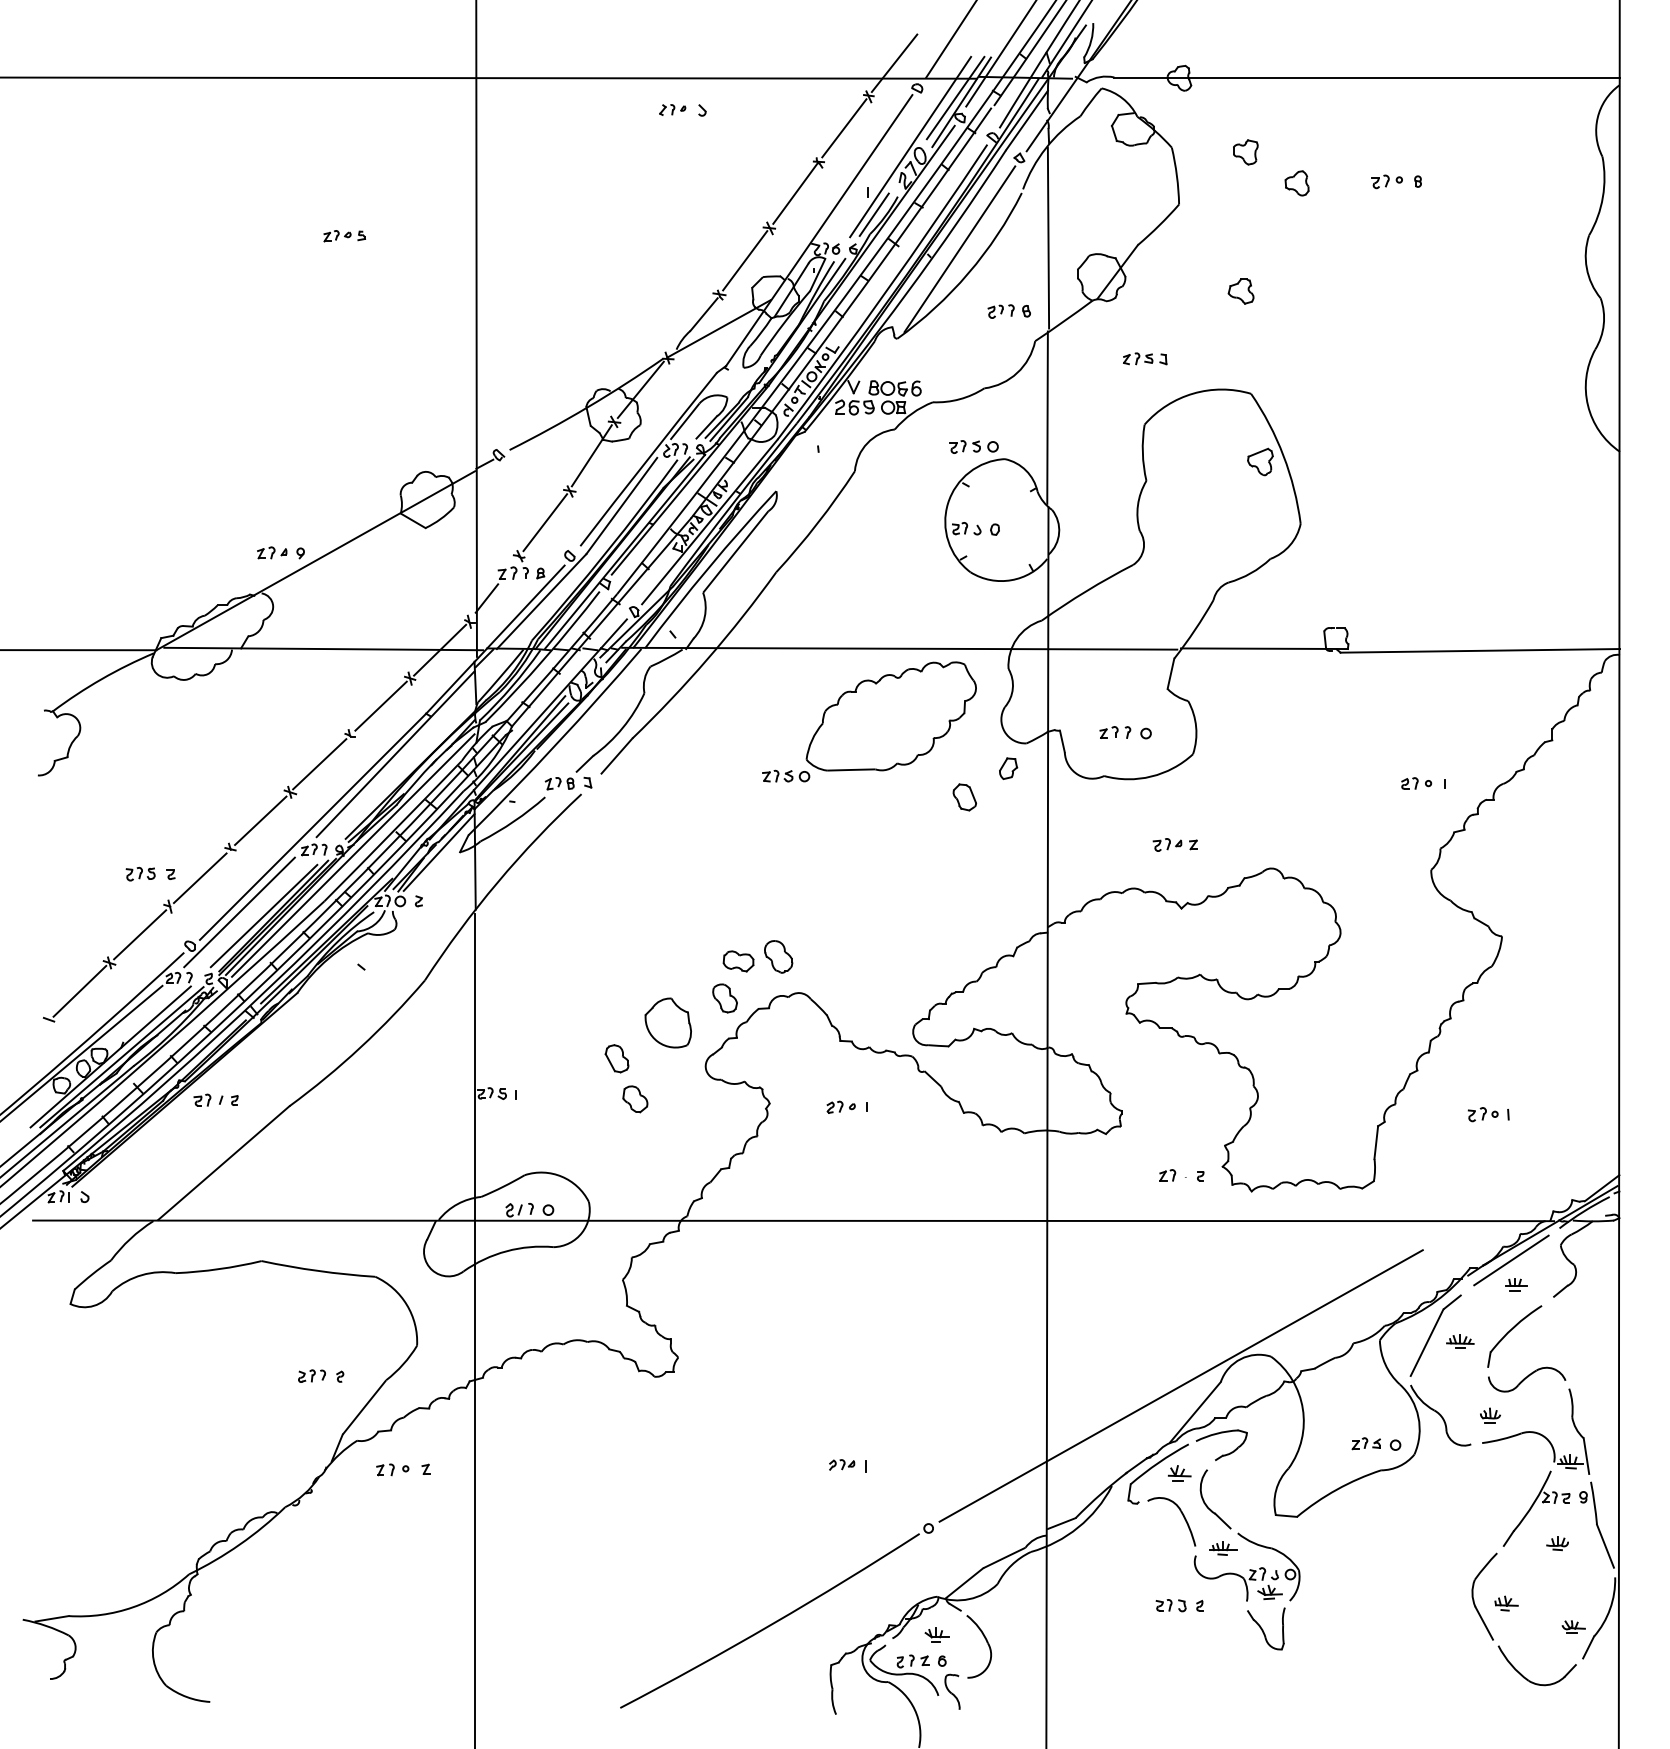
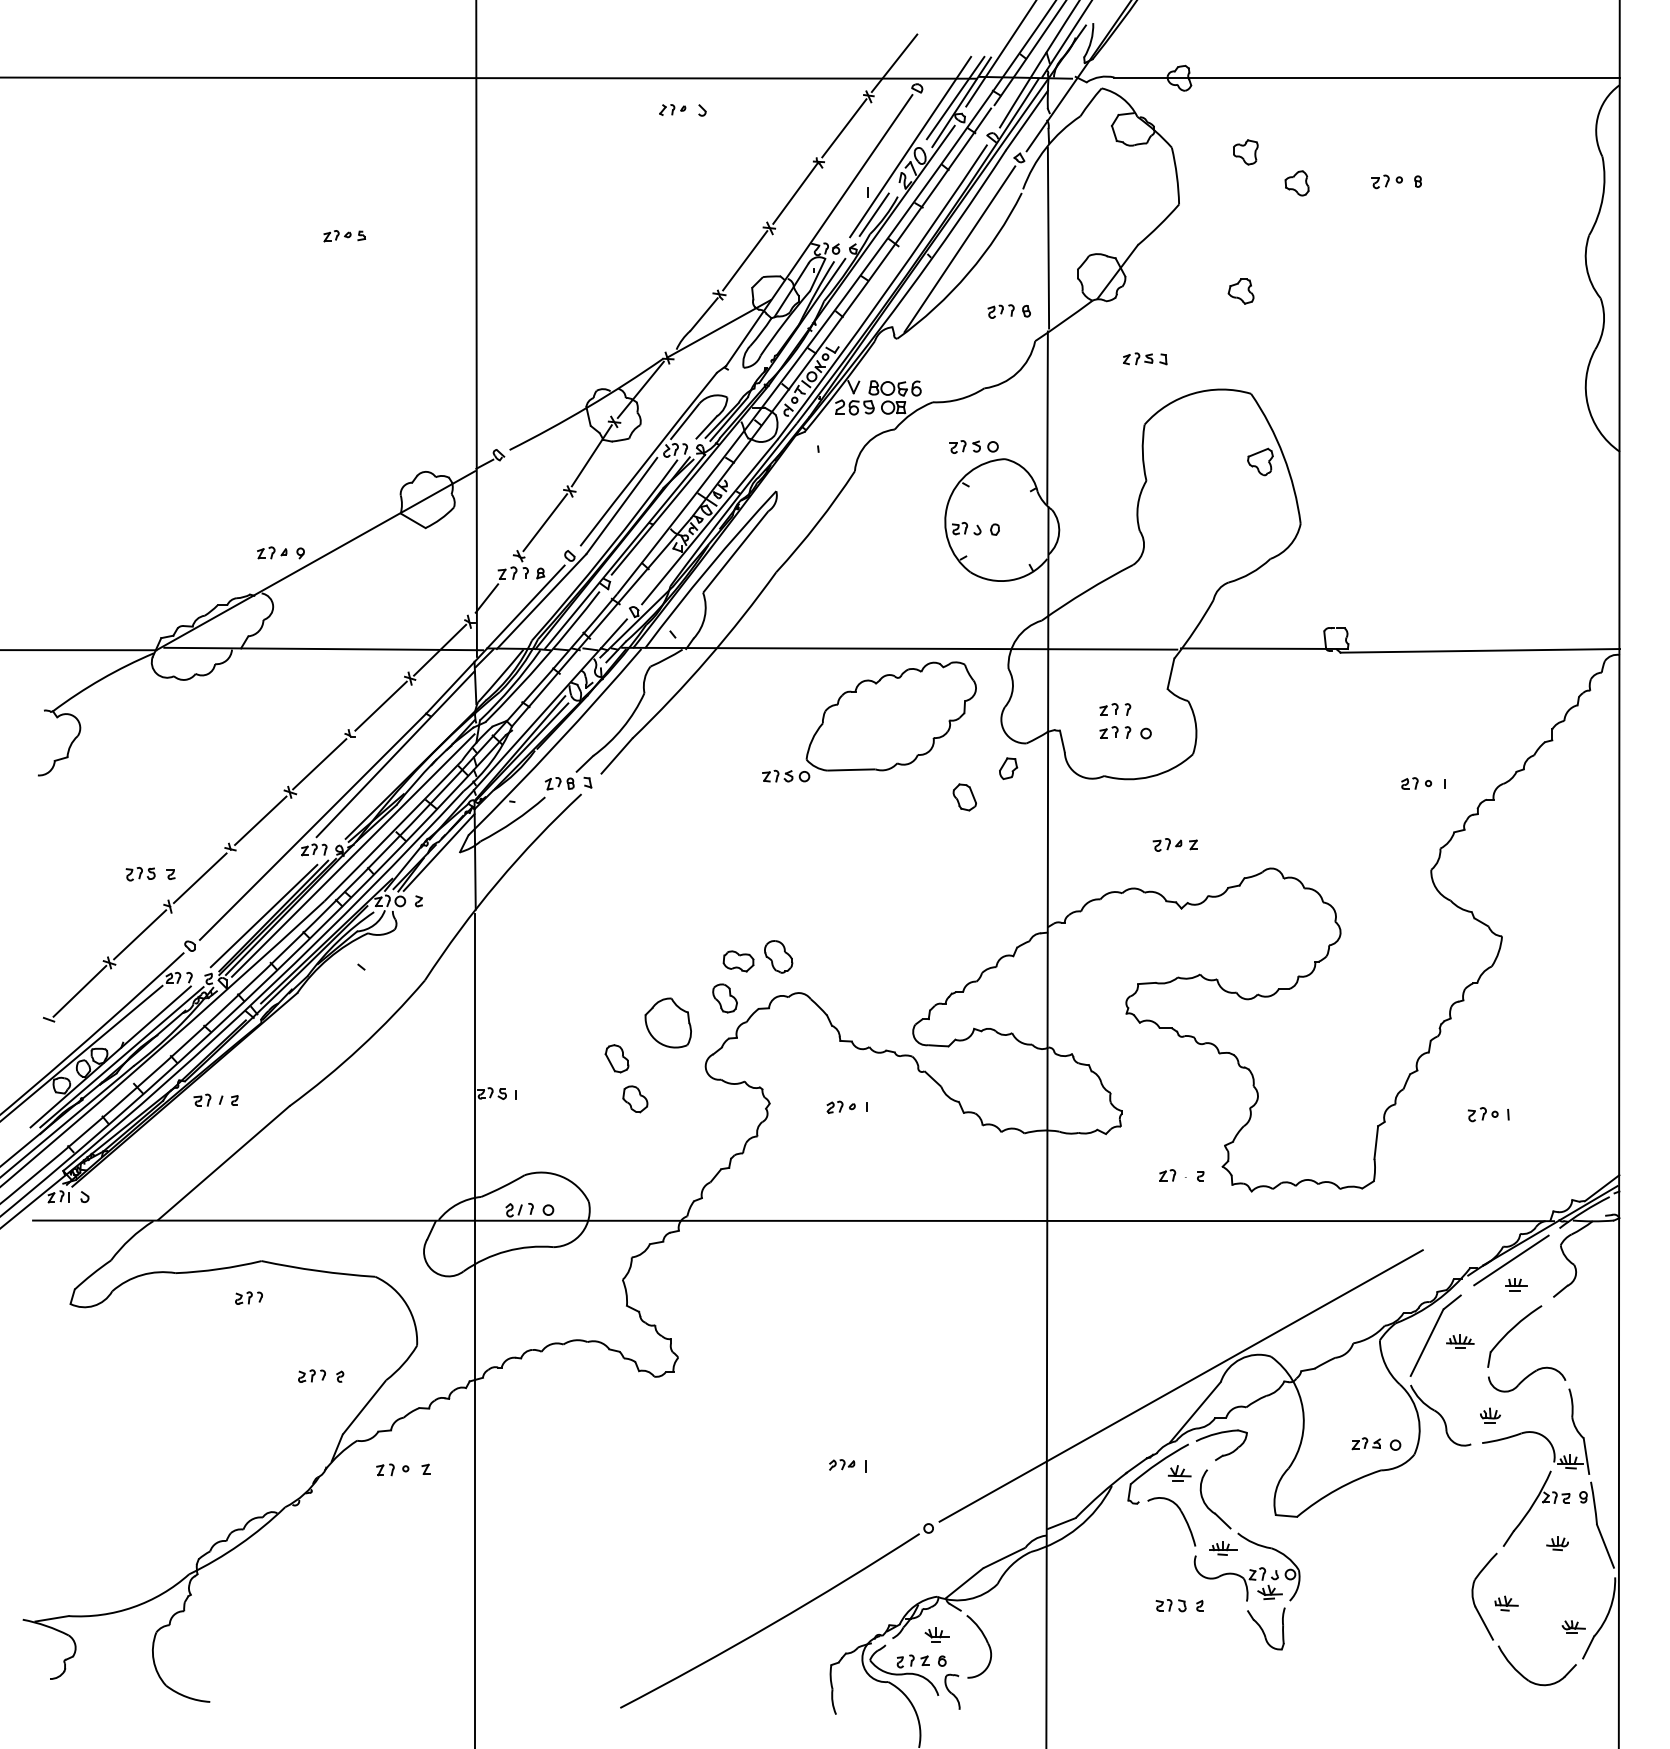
line at (950, 39): present -> none
part at (1115, 709): none -> present
line at (239, 912): present -> none
part at (248, 1297): none -> present
